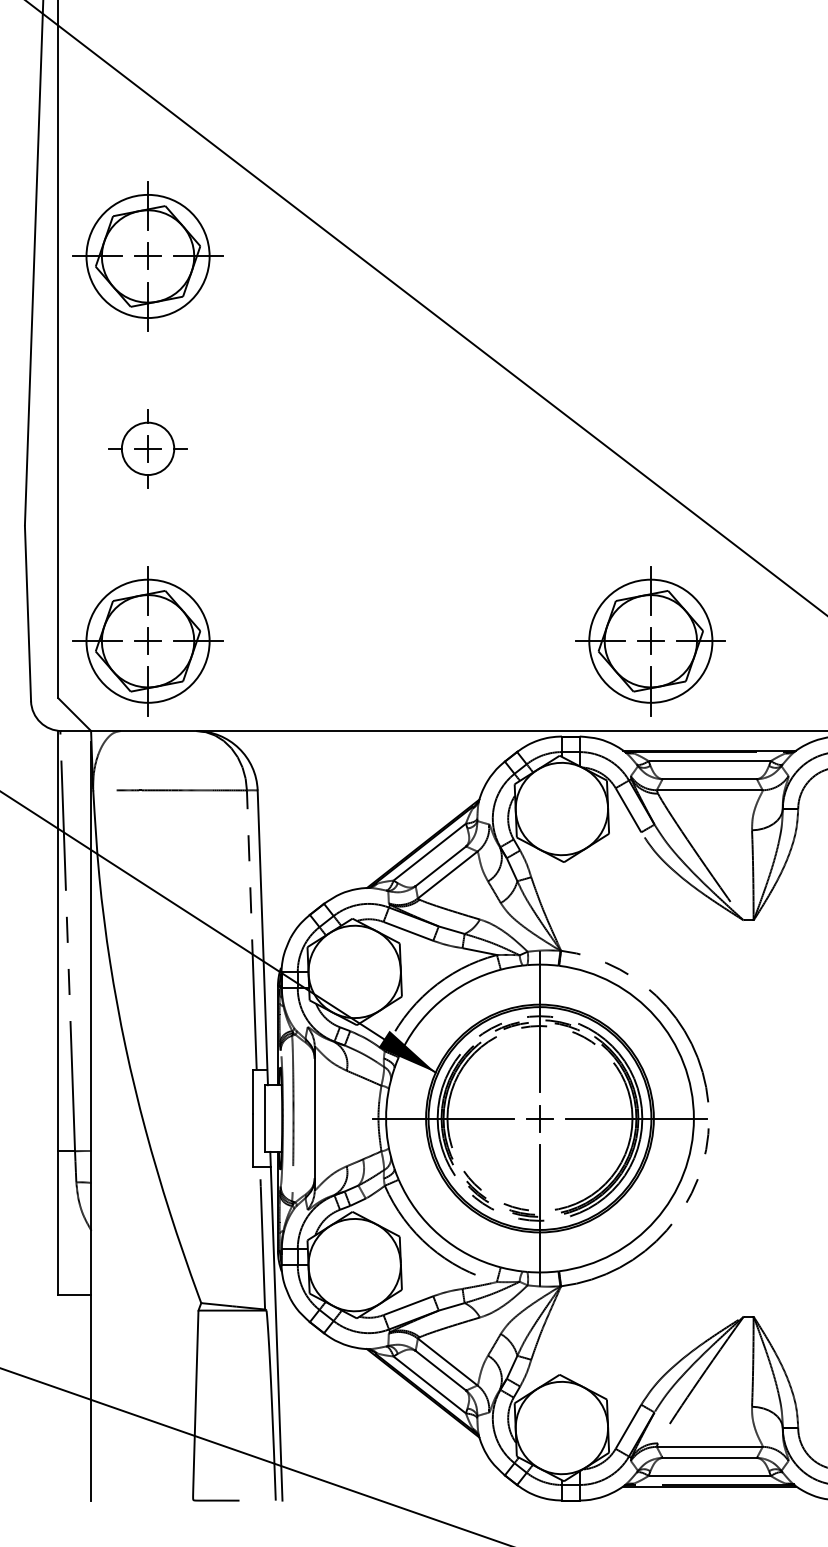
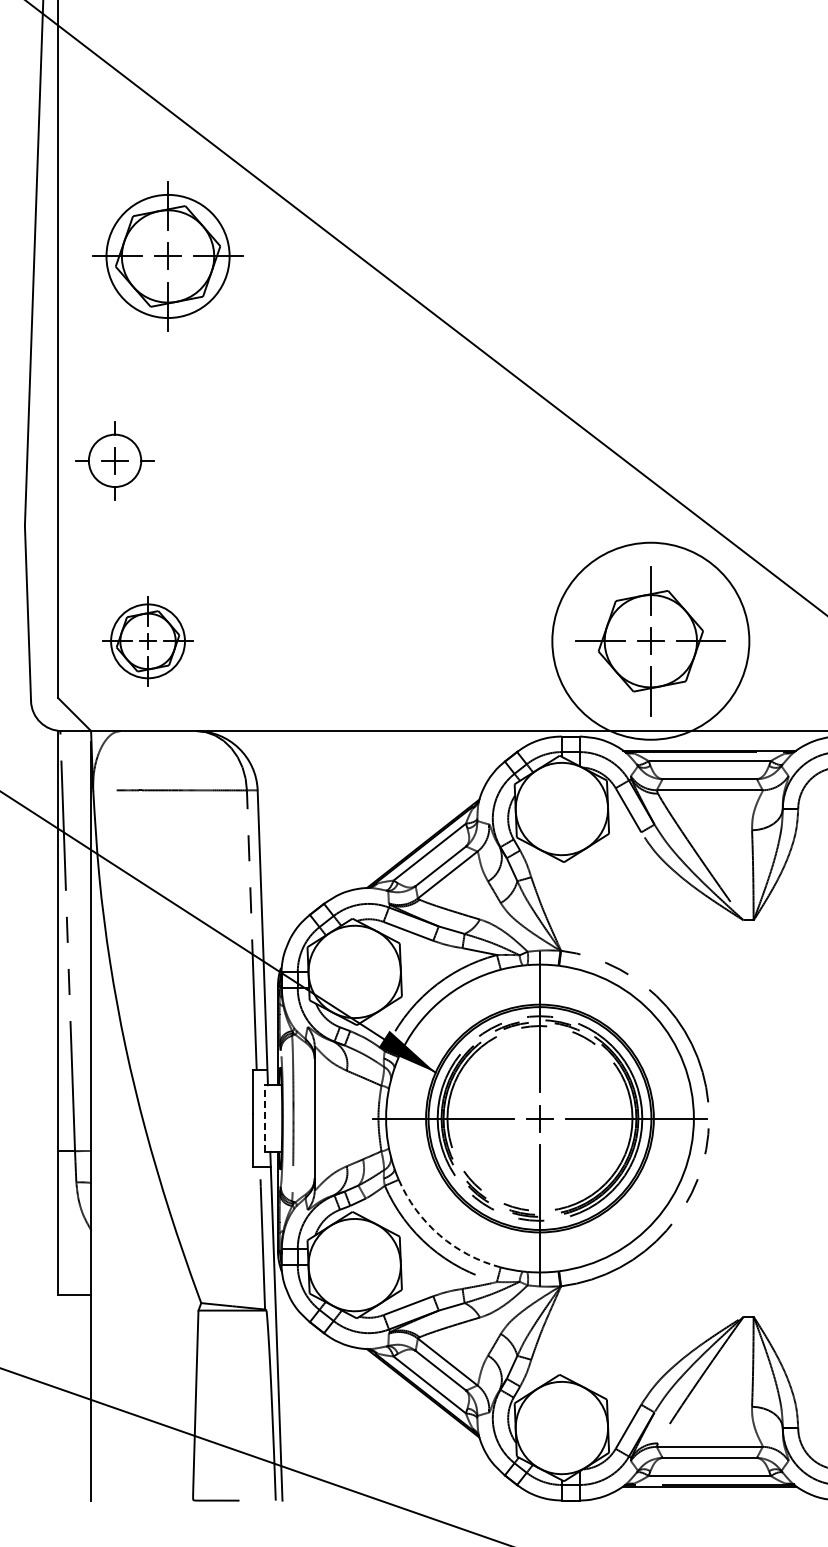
part at (147, 256) position: (147, 256) -> (167, 256)
part at (147, 448) position: (147, 448) -> (114, 460)
circle at (650, 640) diameter: 123 px -> 197 px
part at (147, 641) size: 152x151 px -> 92x91 px
line at (265, 1118): solid -> dashed
arc at (439, 1235): solid -> dashed
